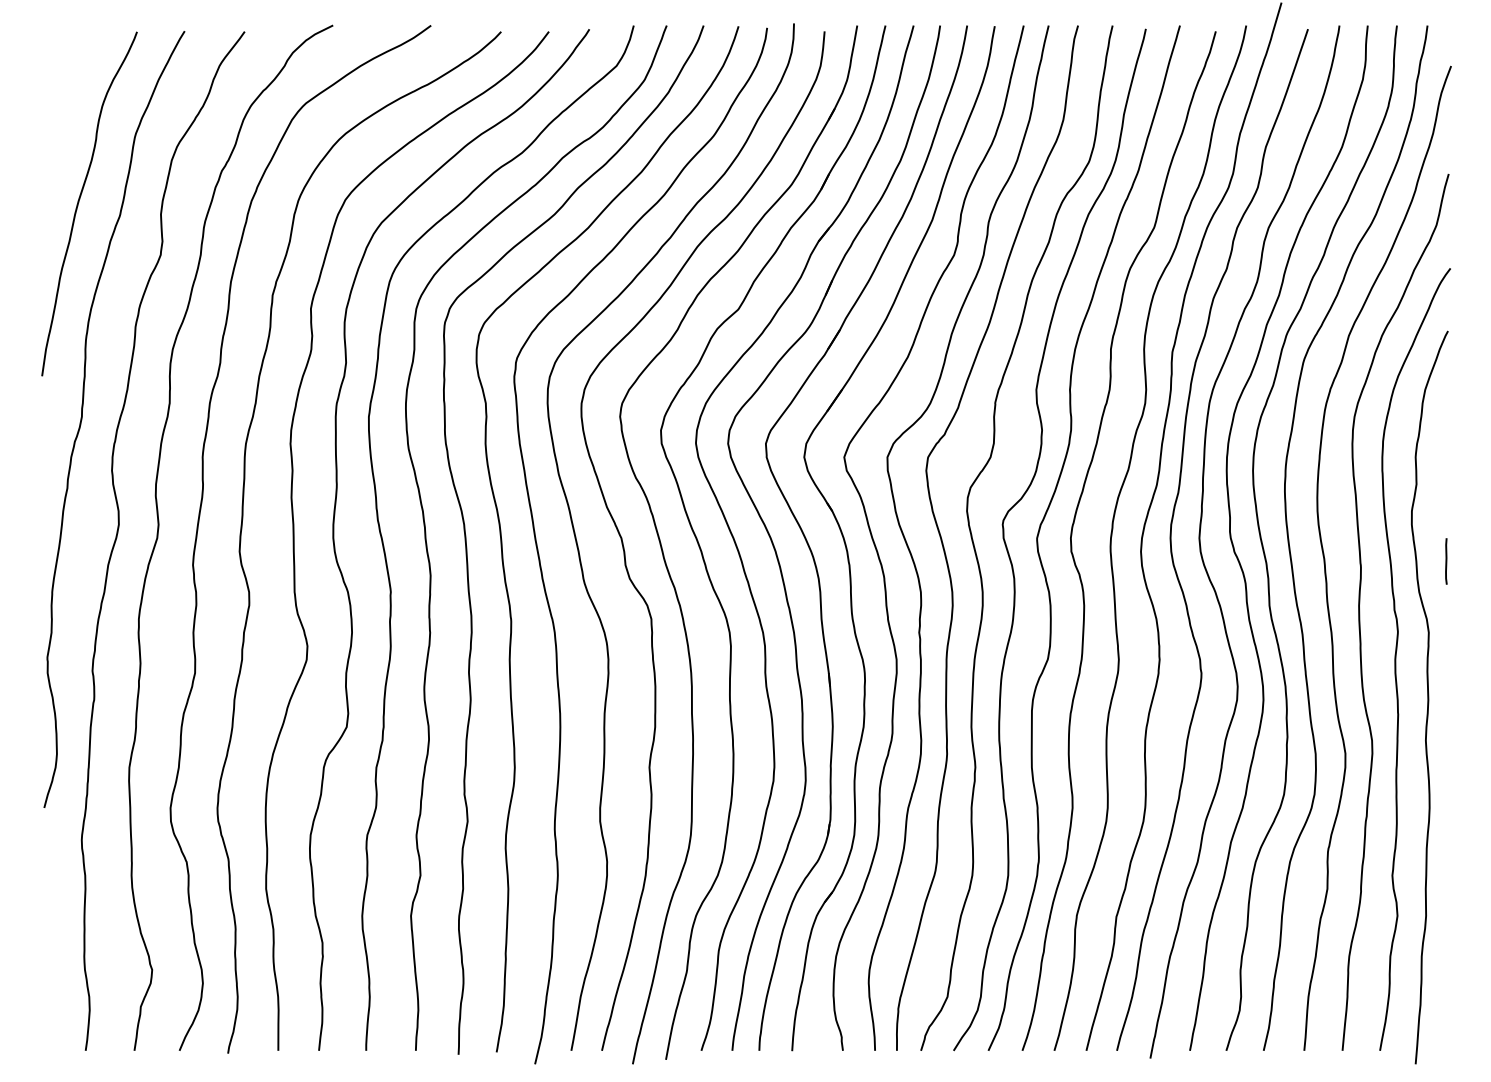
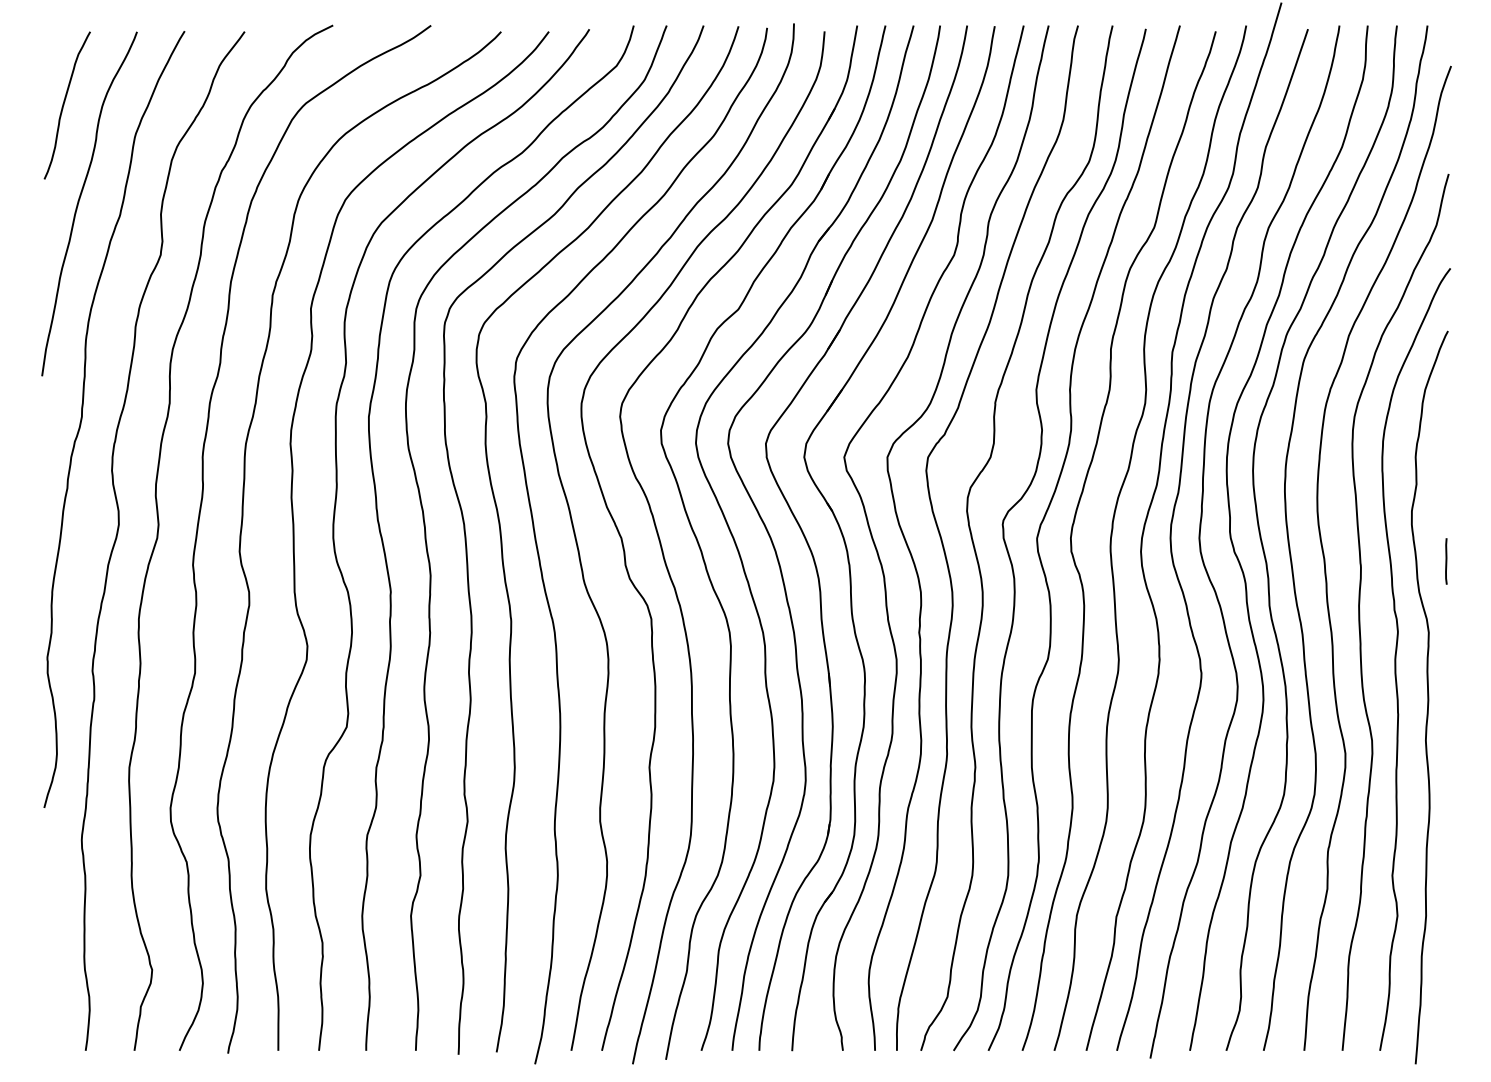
curve at (64, 105): none -> present
